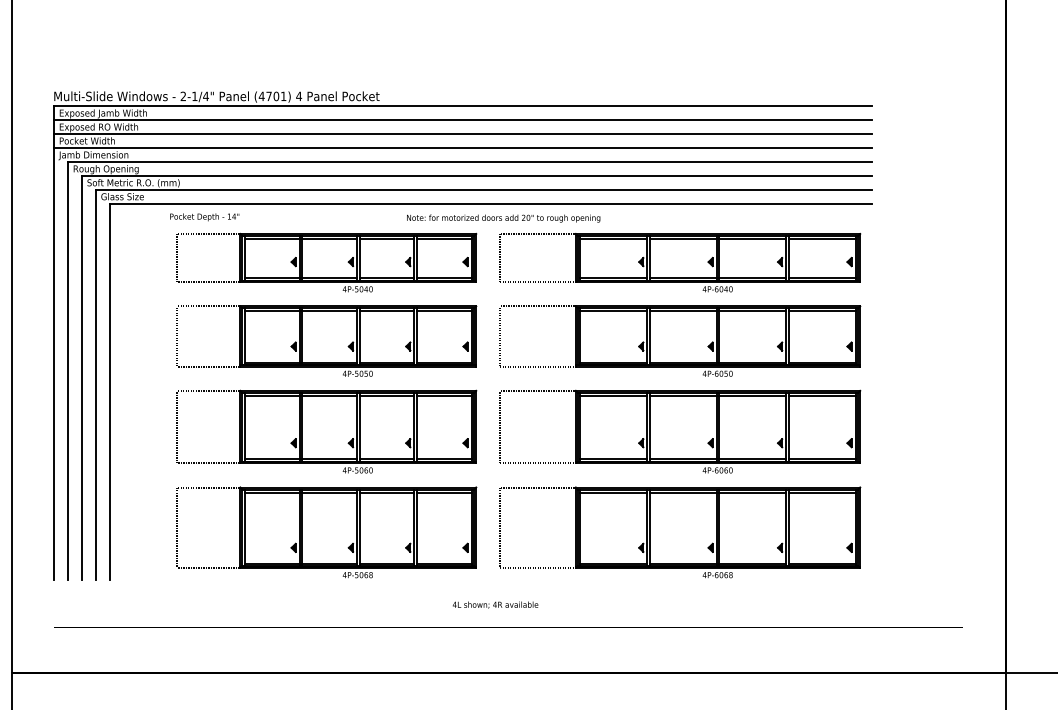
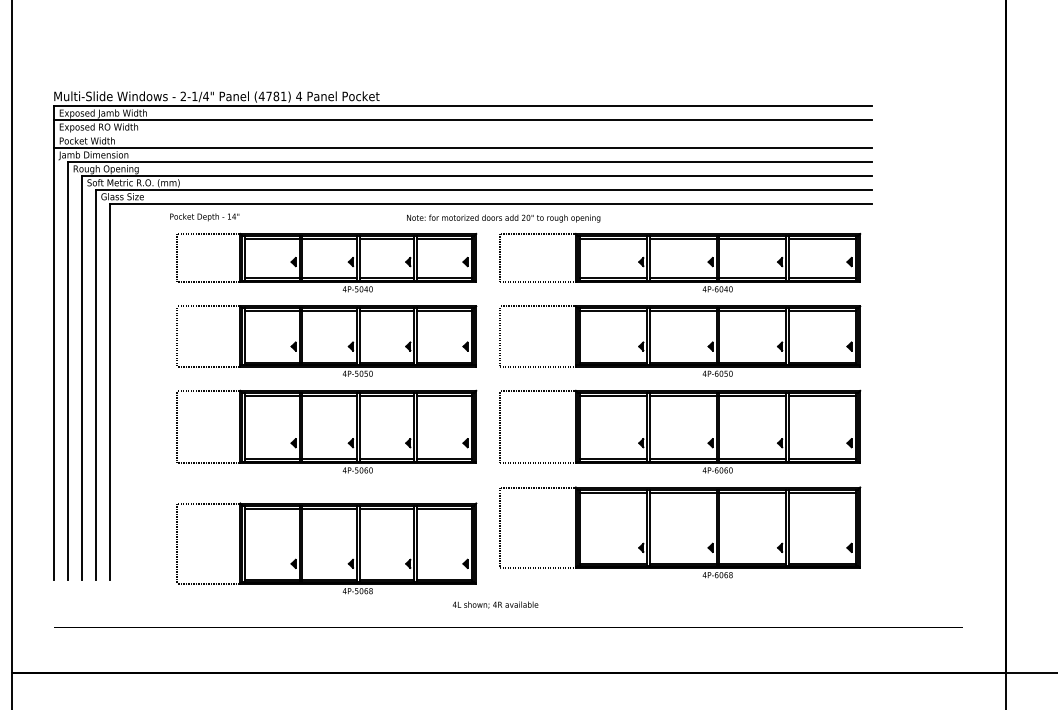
text at (276, 96): (4701) -> (4781)
line at (462, 133): present -> none
part at (326, 532) position: (326, 532) -> (326, 548)
